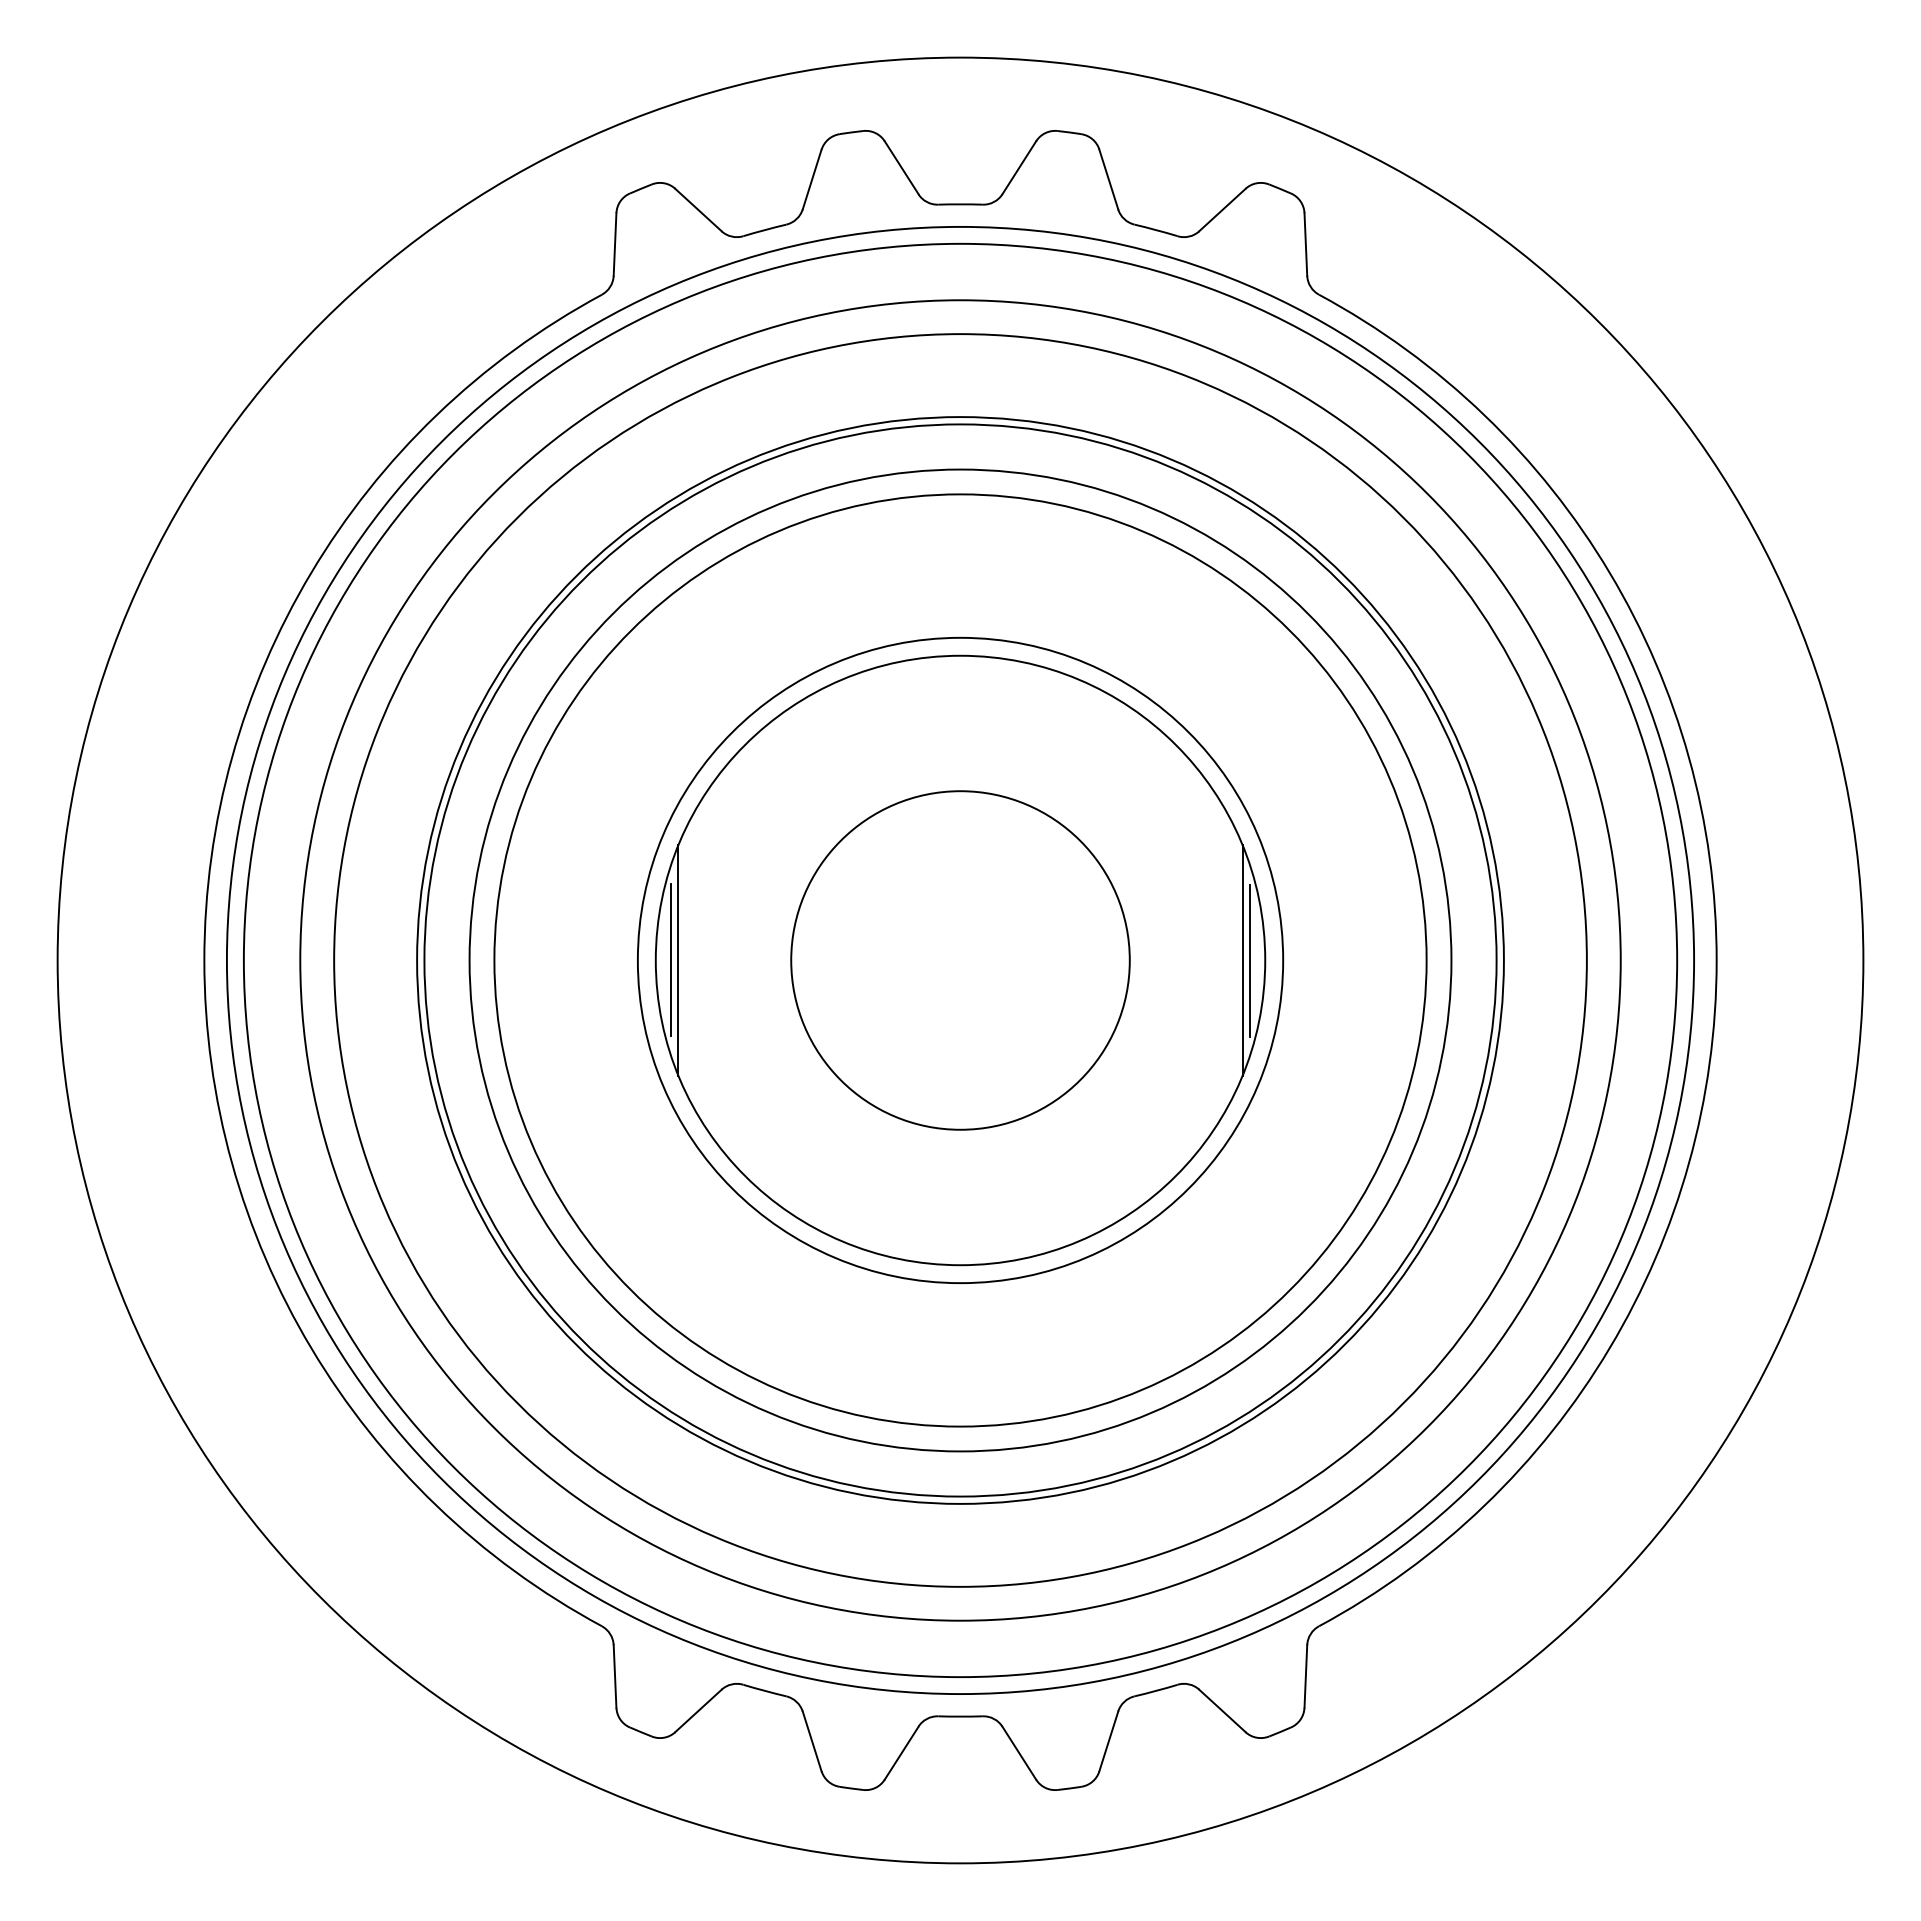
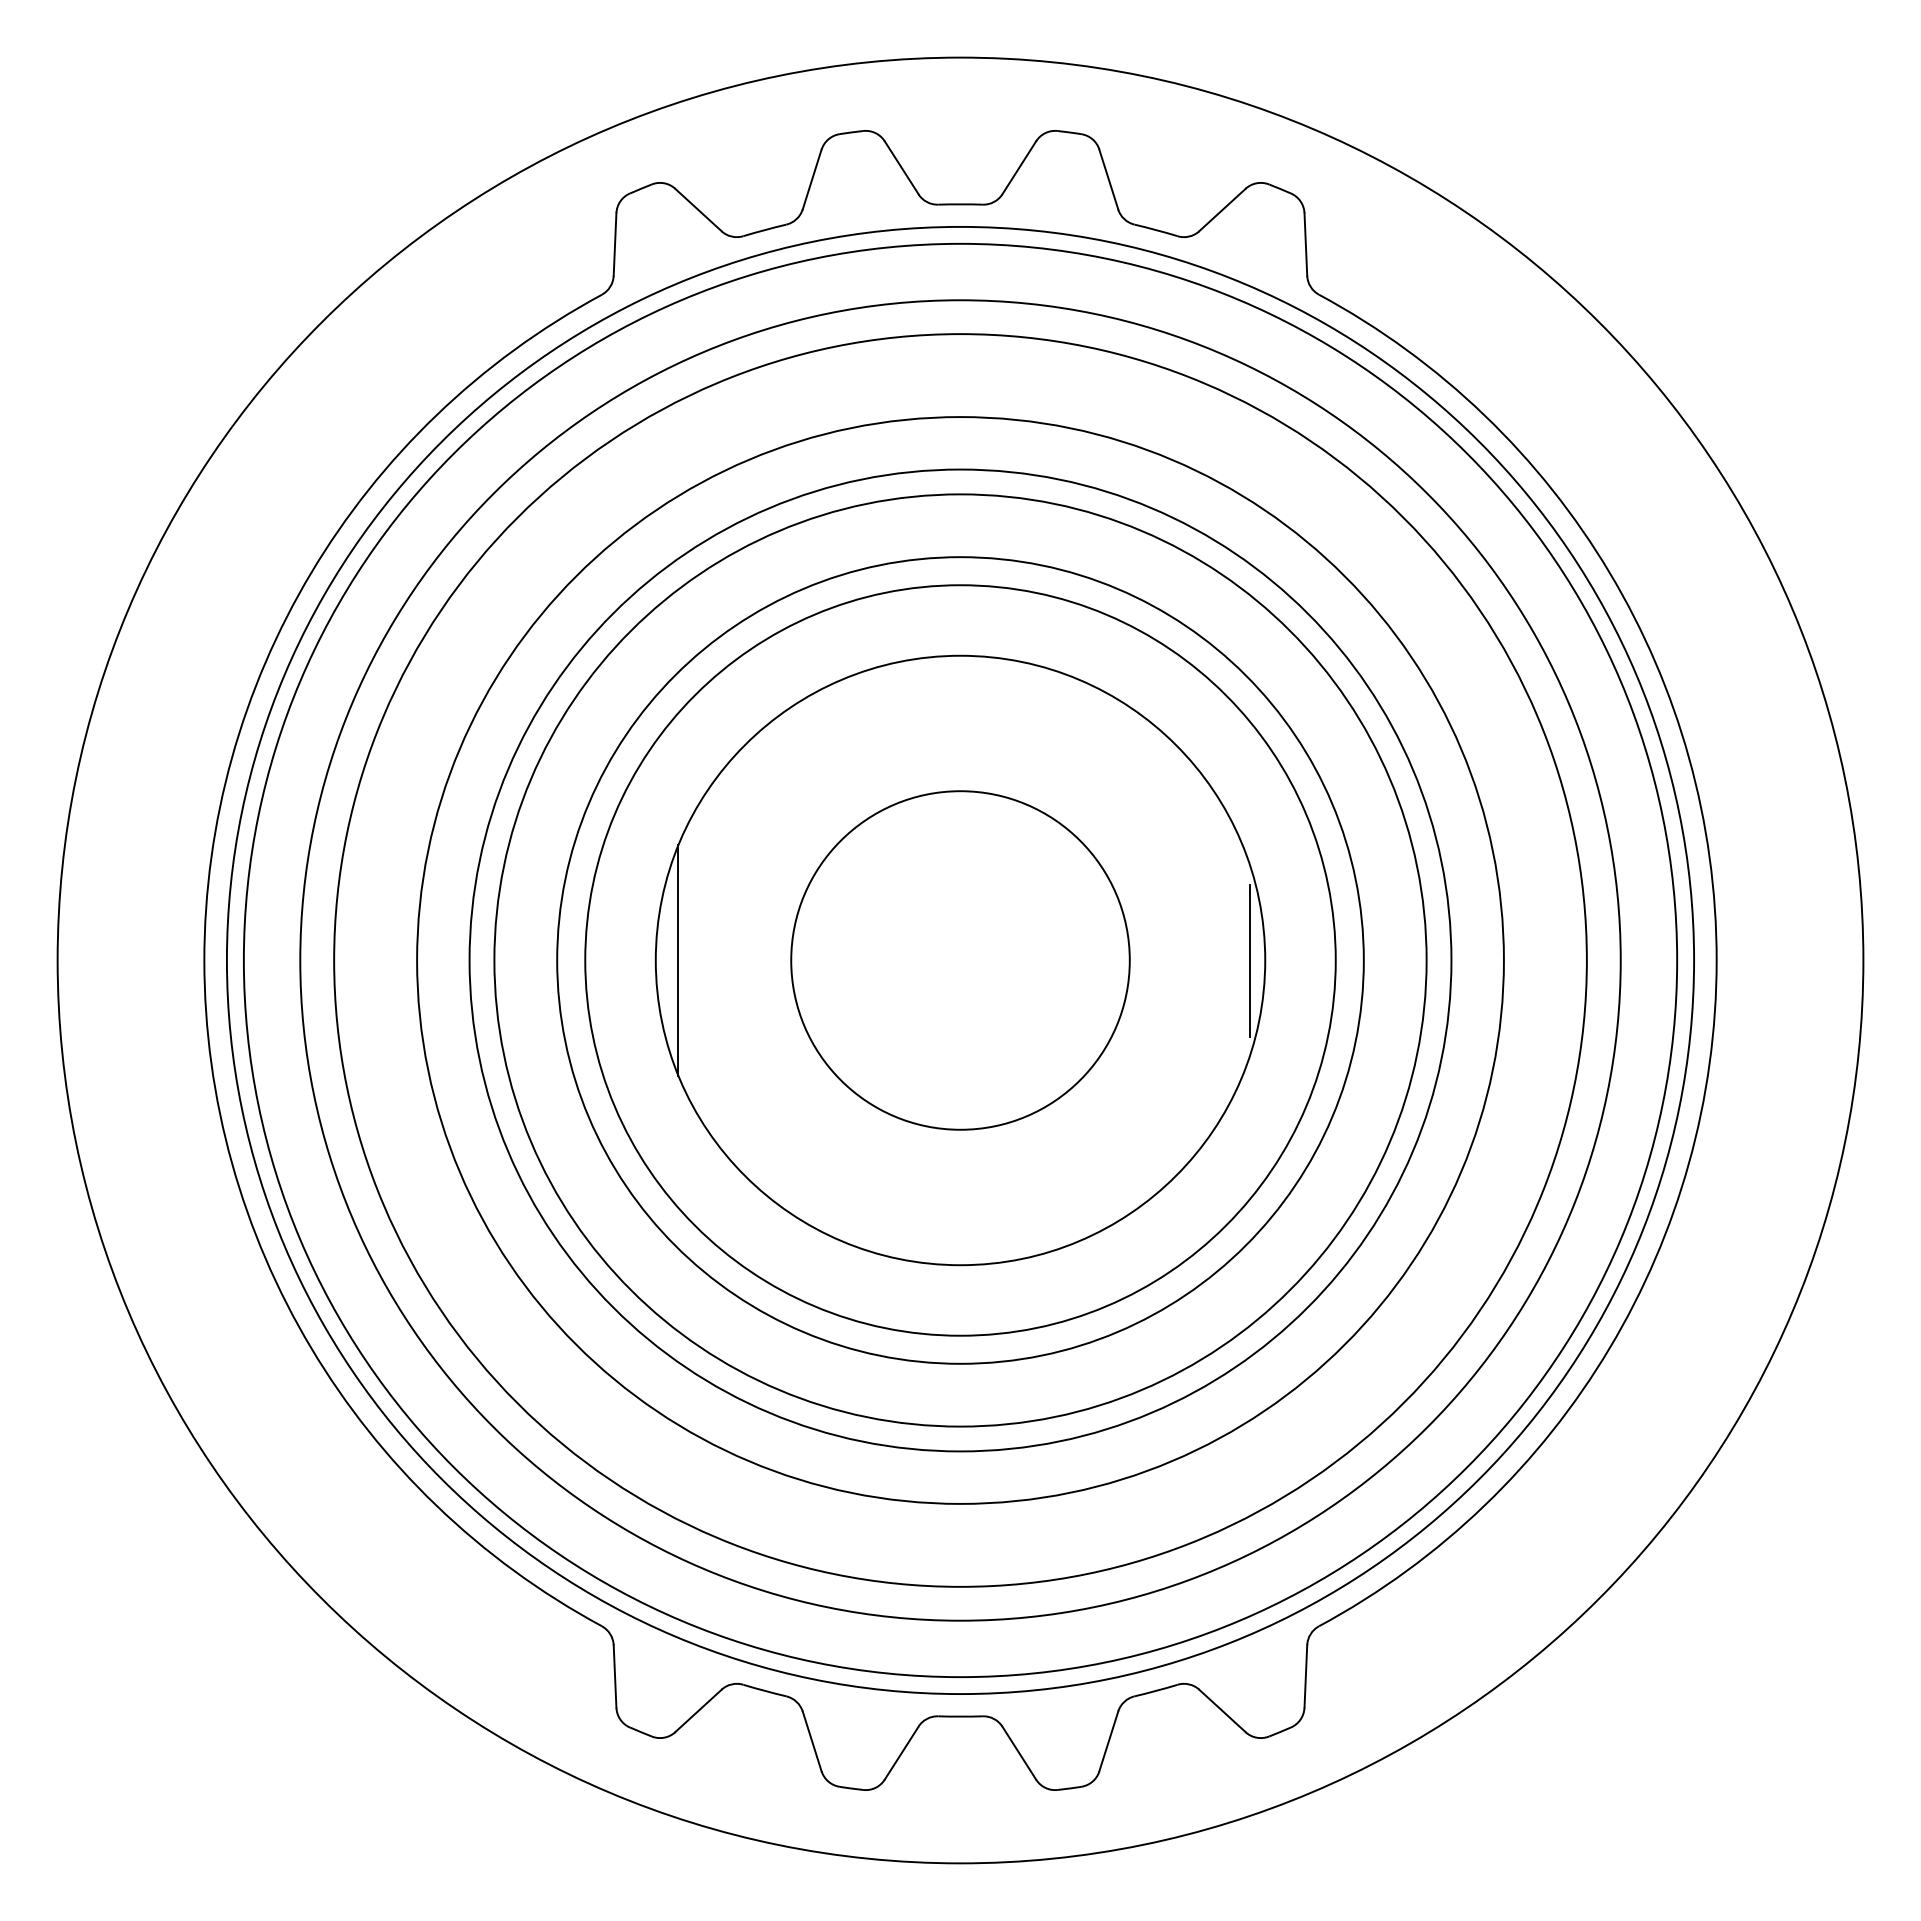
line at (671, 959): present -> none
circle at (960, 960) diameter: 1072 px -> 751 px
circle at (960, 960) diameter: 645 px -> 807 px
line at (1242, 960): present -> none
